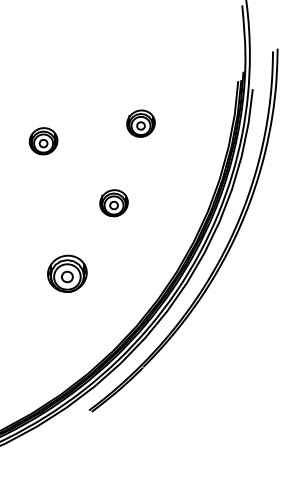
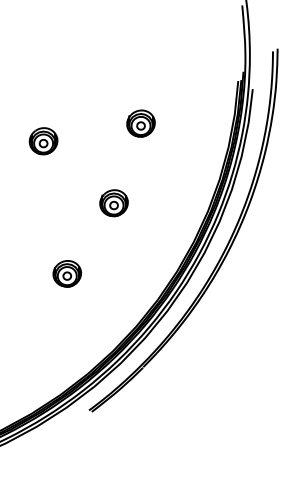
part at (67, 273) size: 41x39 px -> 30x28 px
